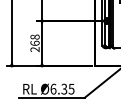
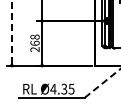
line at (11, 32): solid -> dashed
line at (102, 83): solid -> dashed
text at (53, 88): Ø6.35 -> Ø4.35
